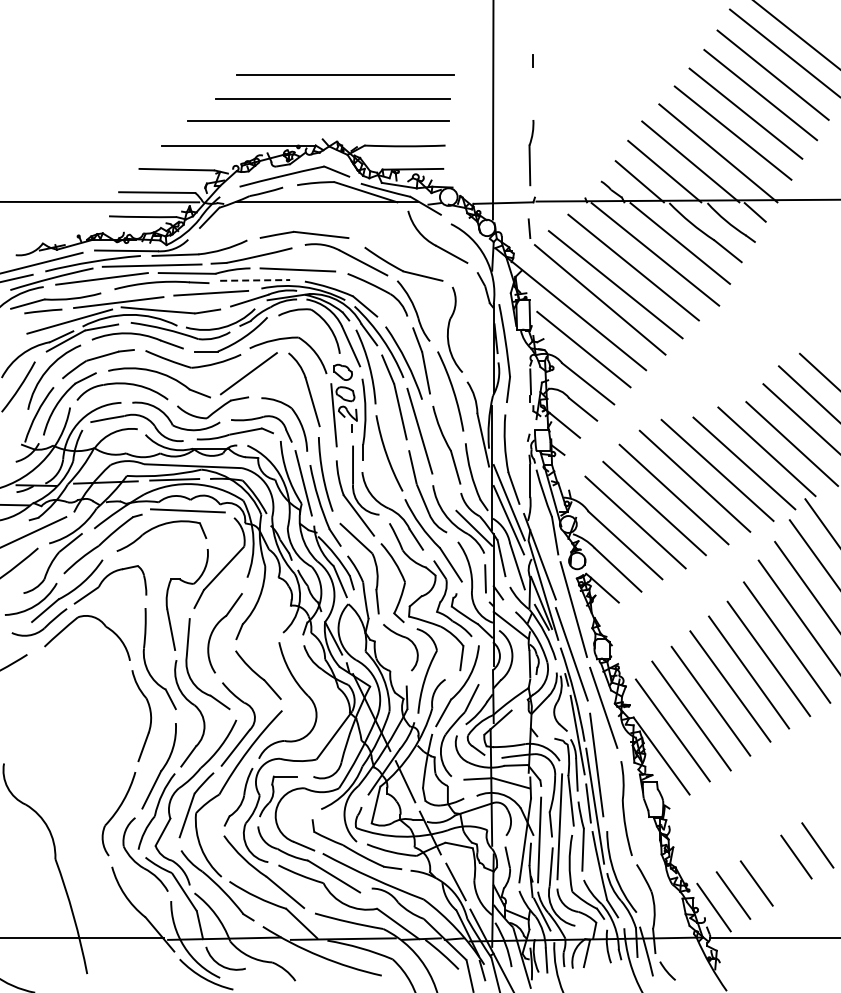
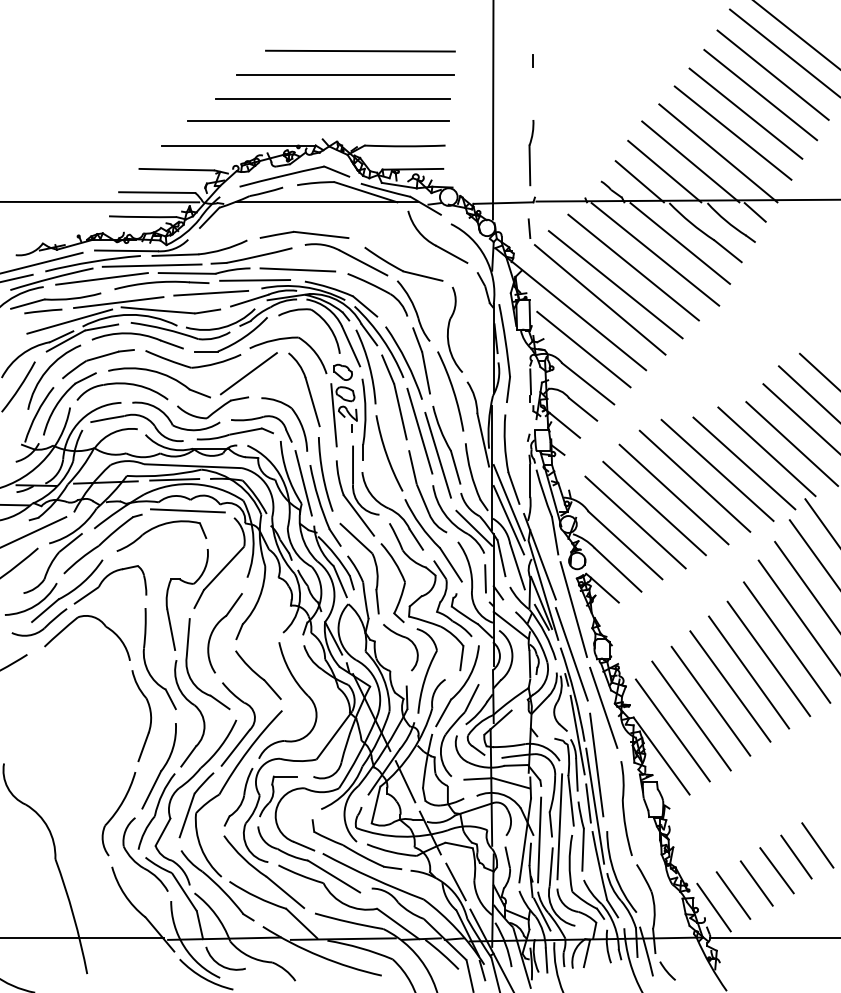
line at (360, 50): none -> present
line at (255, 280): dashed -> solid
line at (438, 454): none -> present
line at (776, 870): none -> present
